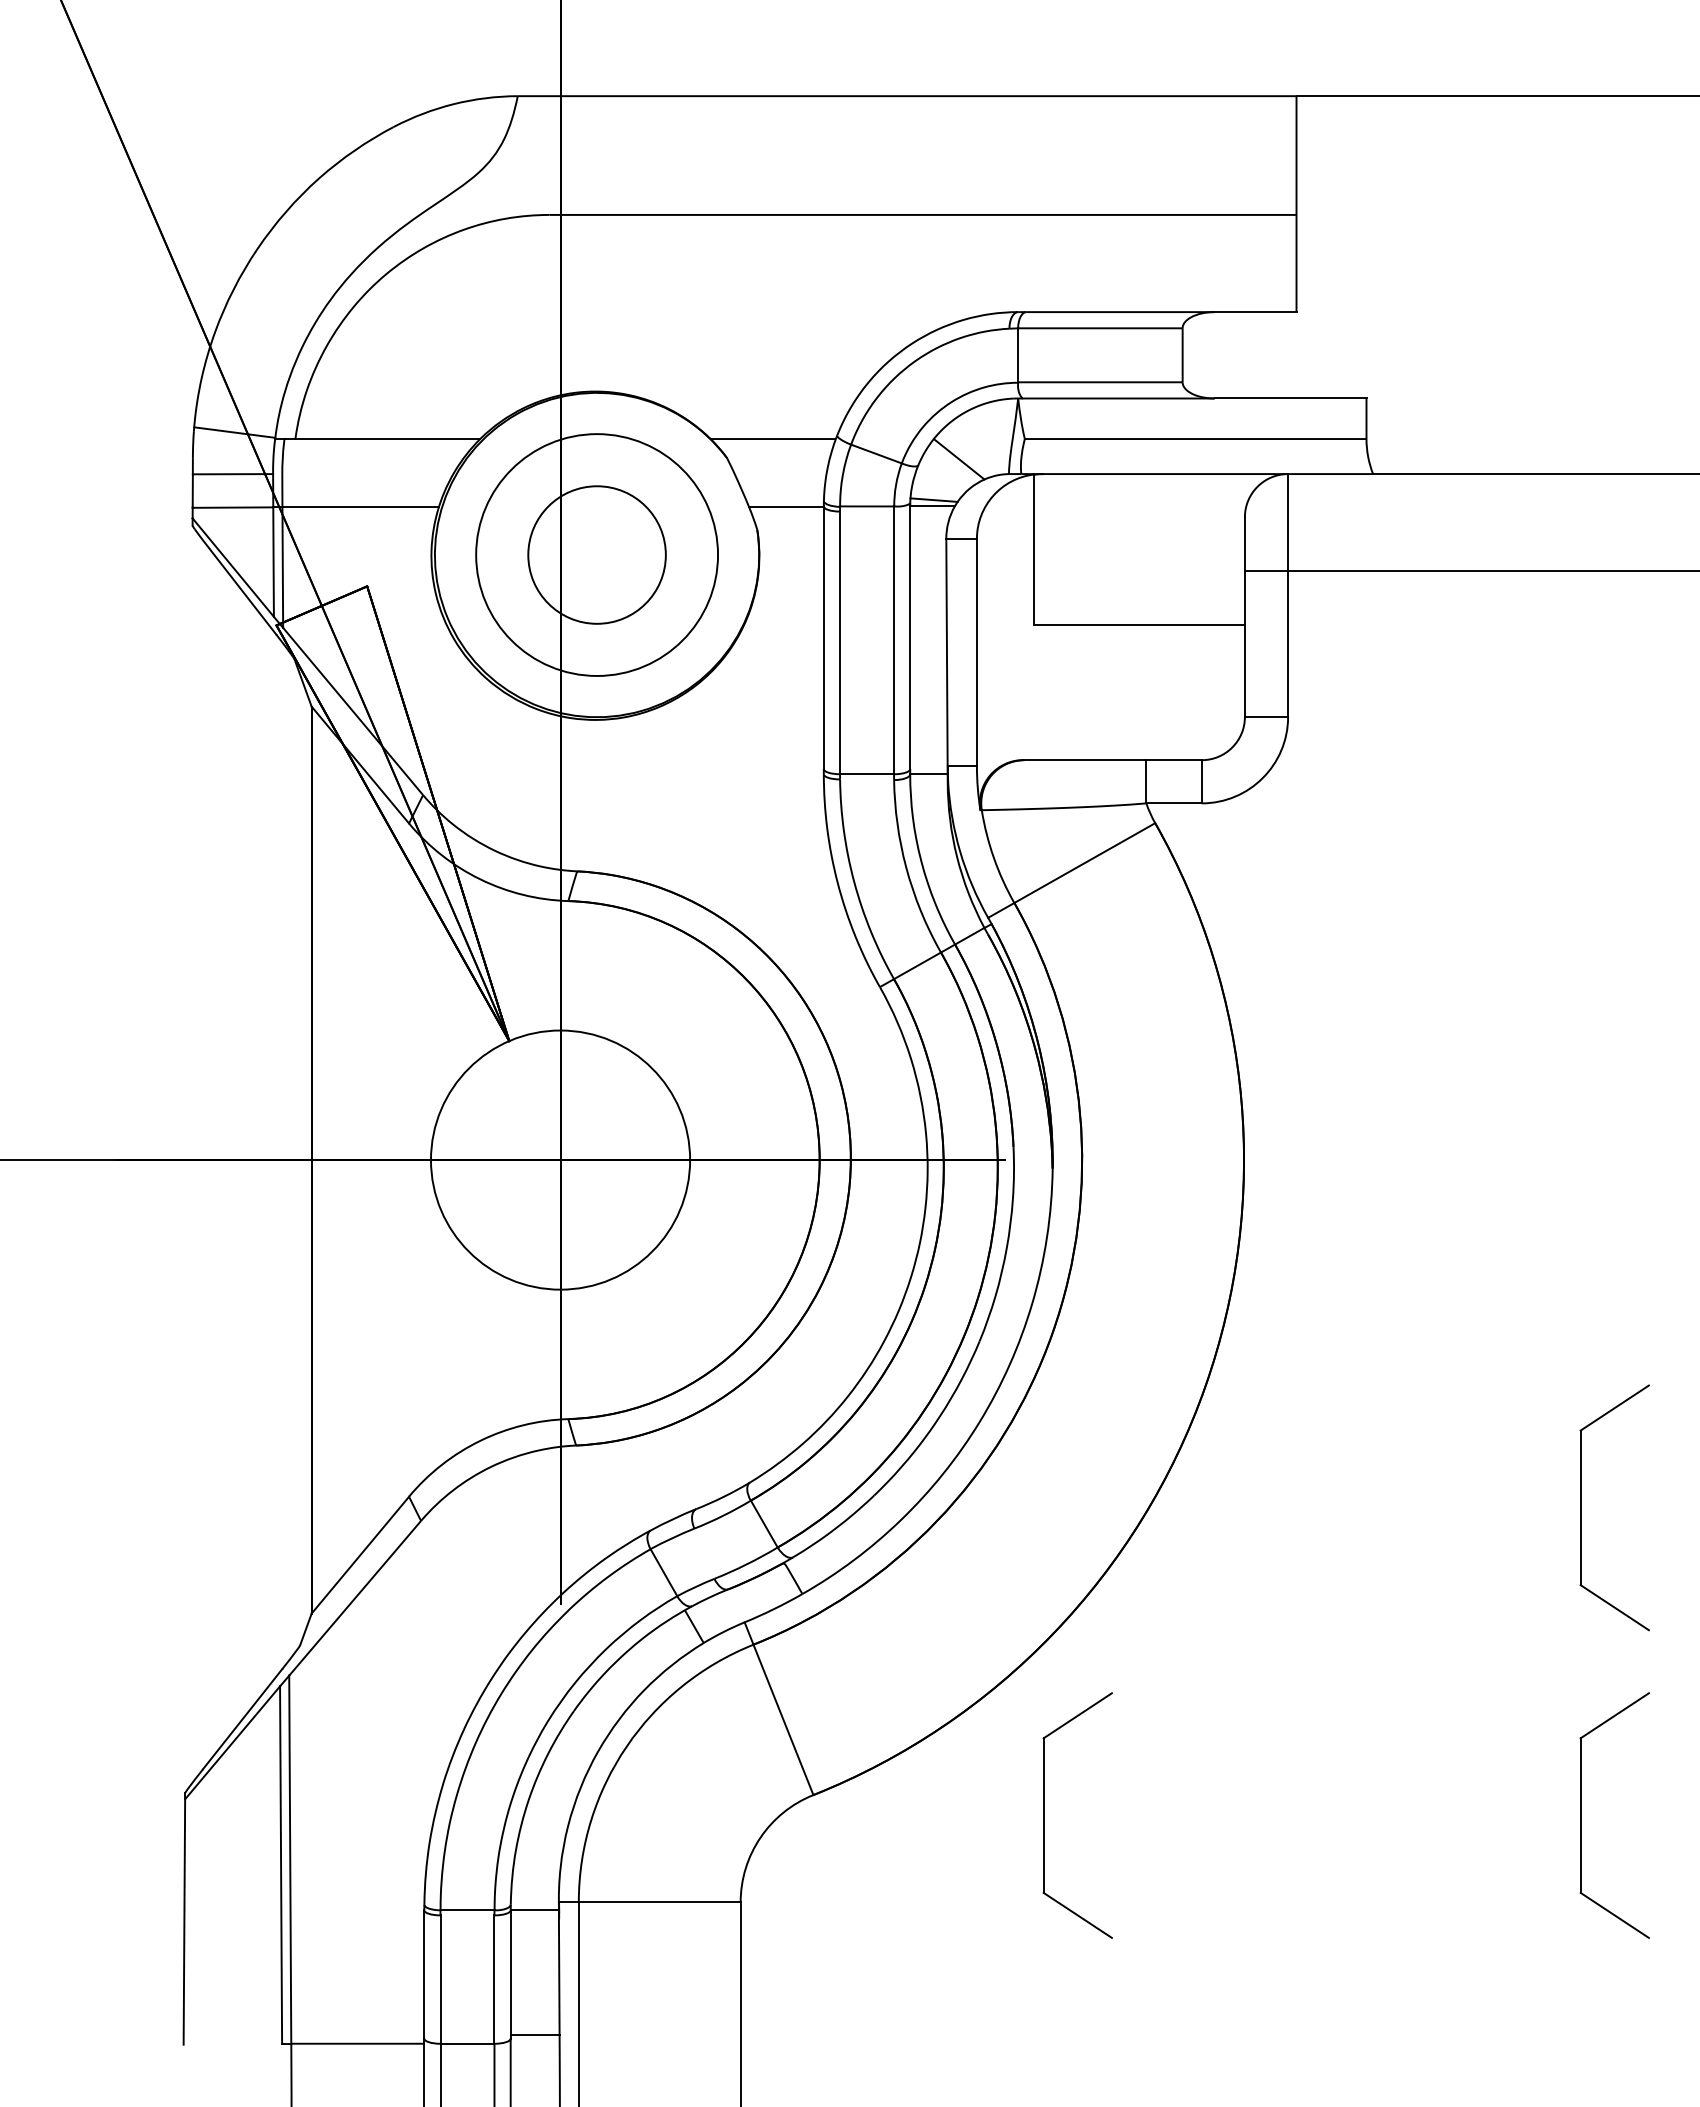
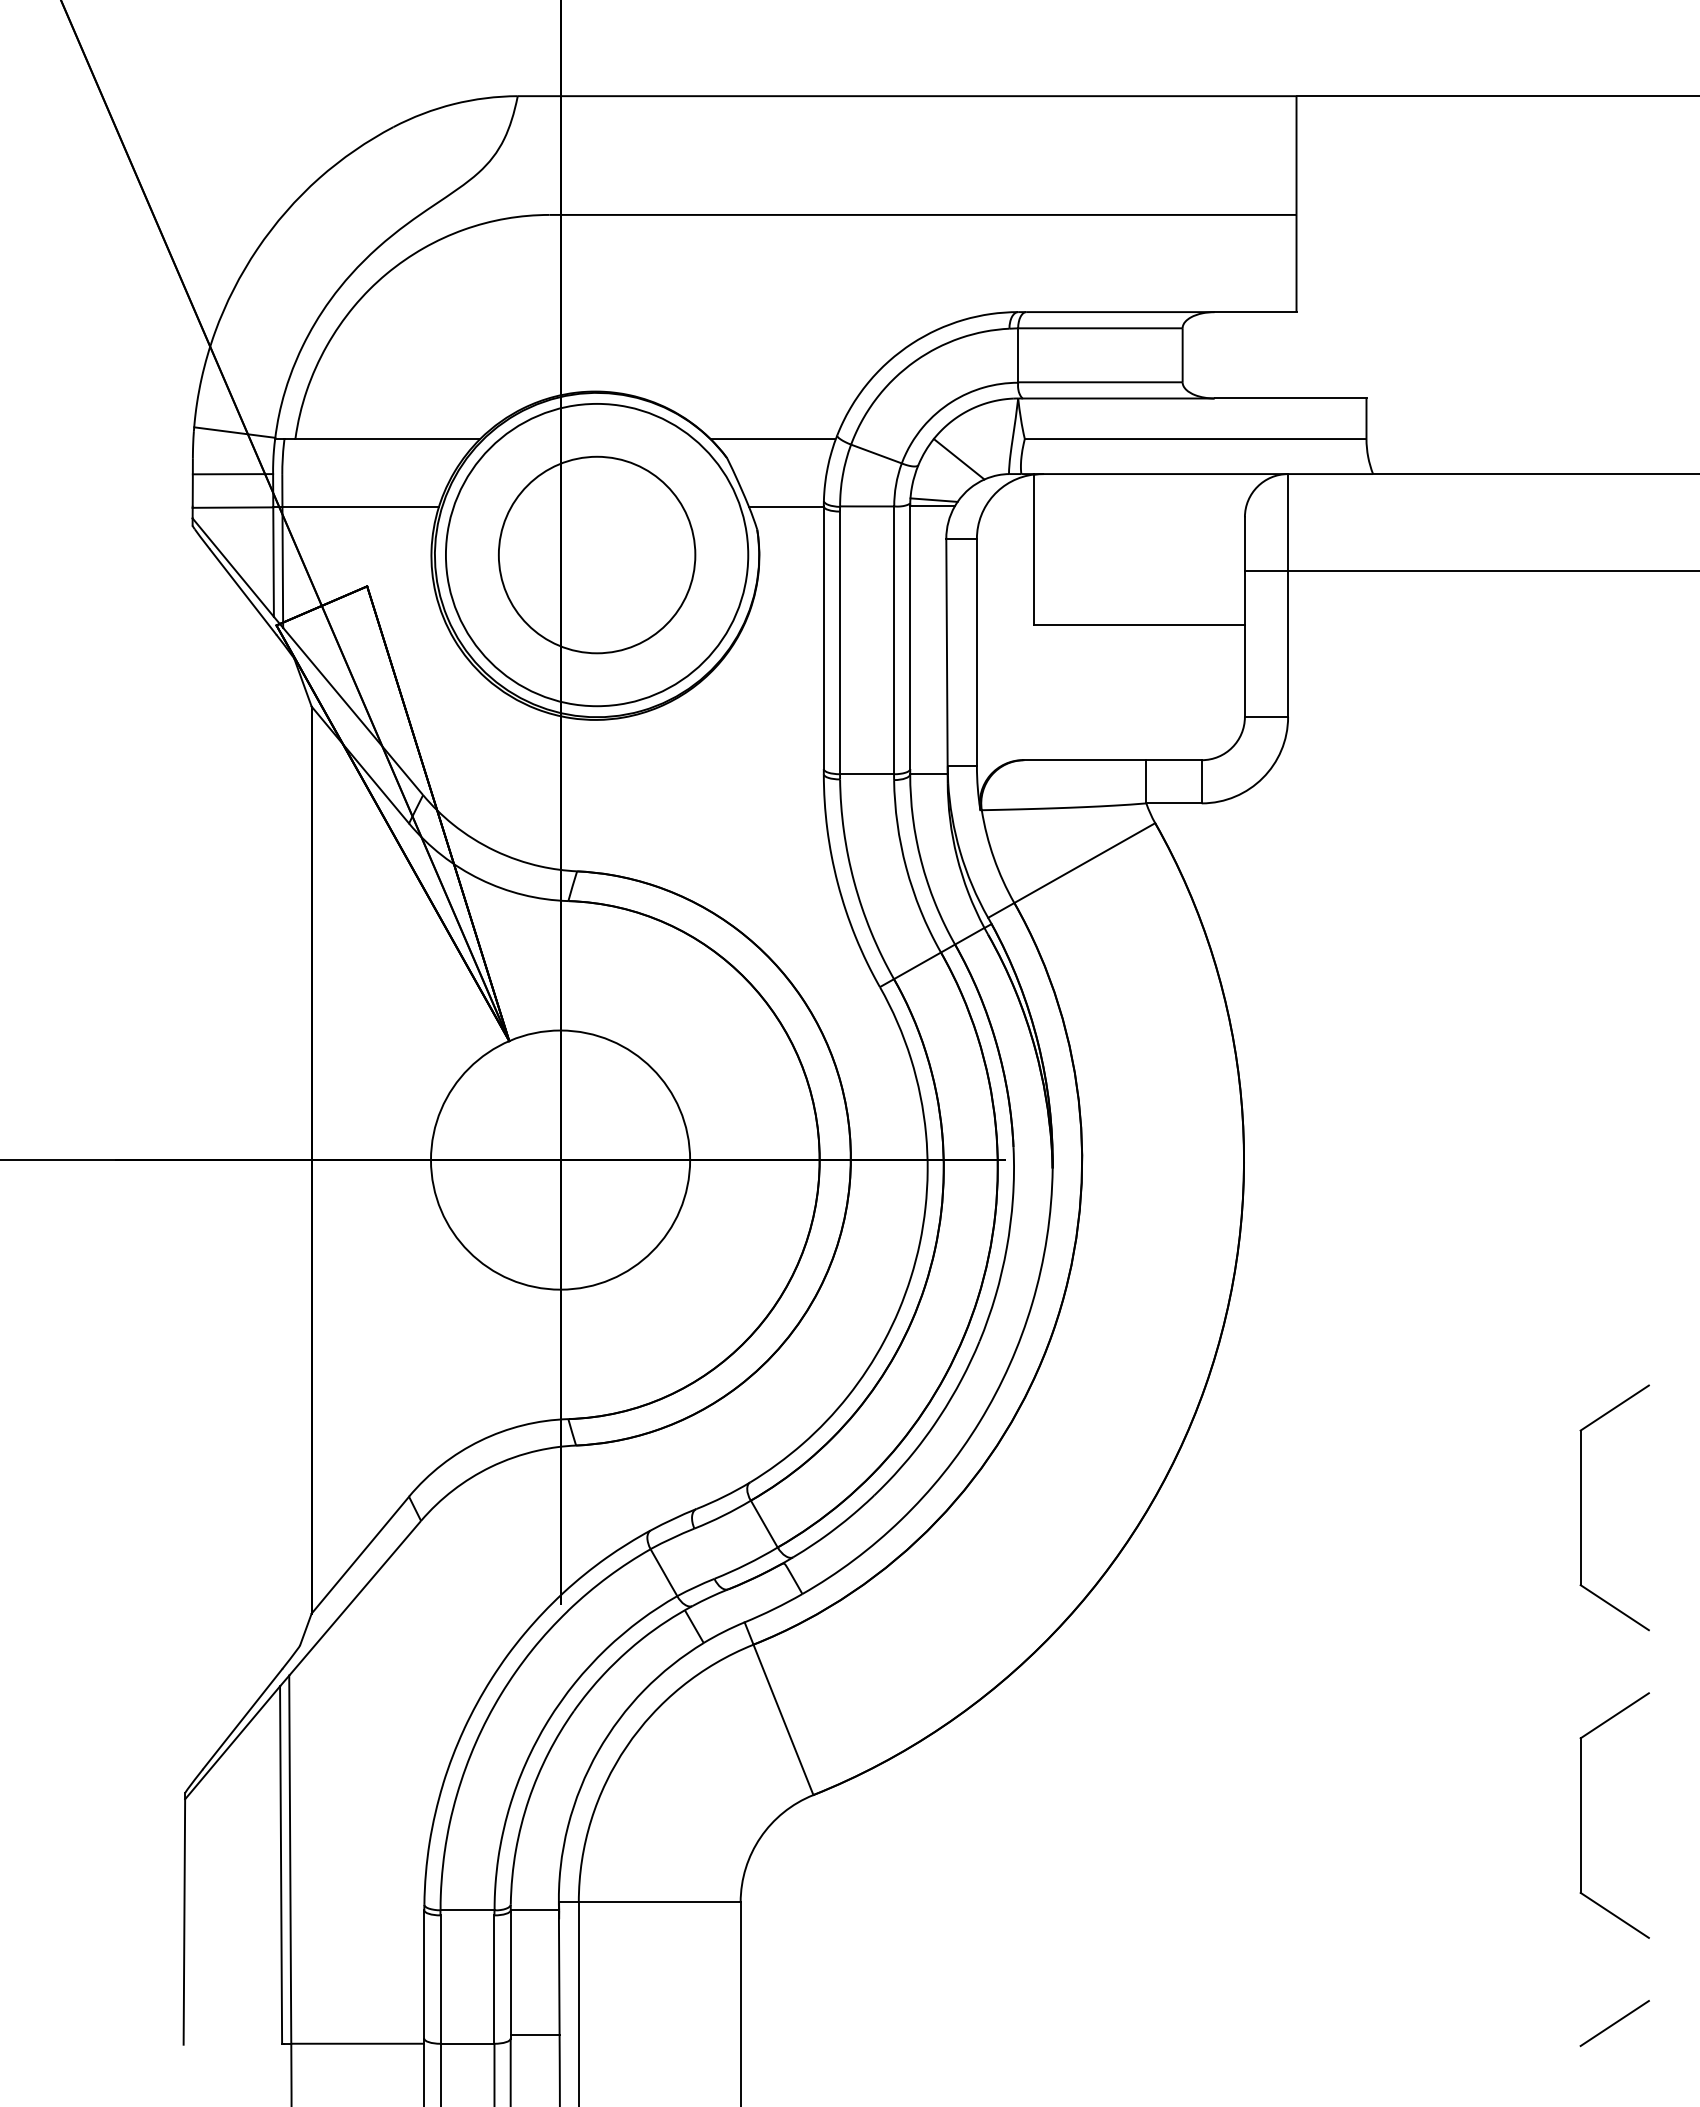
circle at (596, 554) diameter: 138 px -> 197 px
circle at (597, 554) diameter: 242 px -> 302 px
part at (1044, 1815): present -> none
line at (1614, 2023): none -> present
